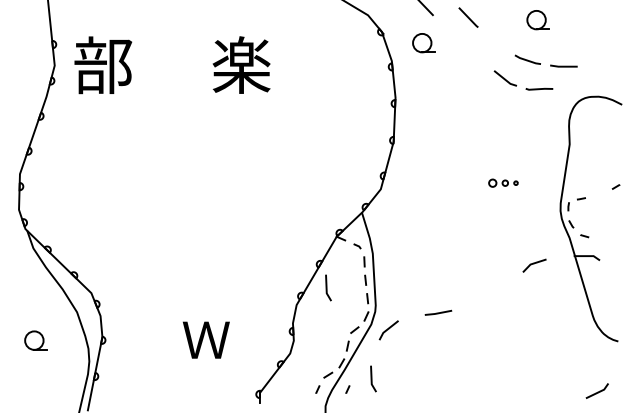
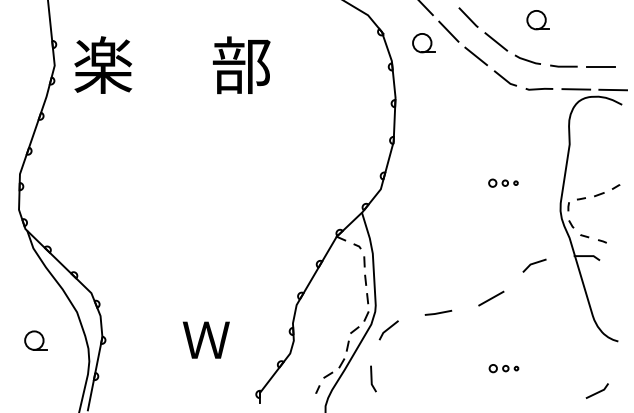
line at (448, 31): none -> present
line at (496, 41): none -> present
line at (476, 56): none -> present
text at (103, 65): 部 -> 楽
text at (241, 65): 楽 -> 部
line at (600, 66): none -> present
line at (576, 89): none -> present
line at (613, 89): none -> present
line at (599, 194): none -> present
line at (602, 241): none -> present
line at (327, 287): present -> none
line at (491, 298): none -> present
part at (503, 368): none -> present
line at (347, 389): present -> none
